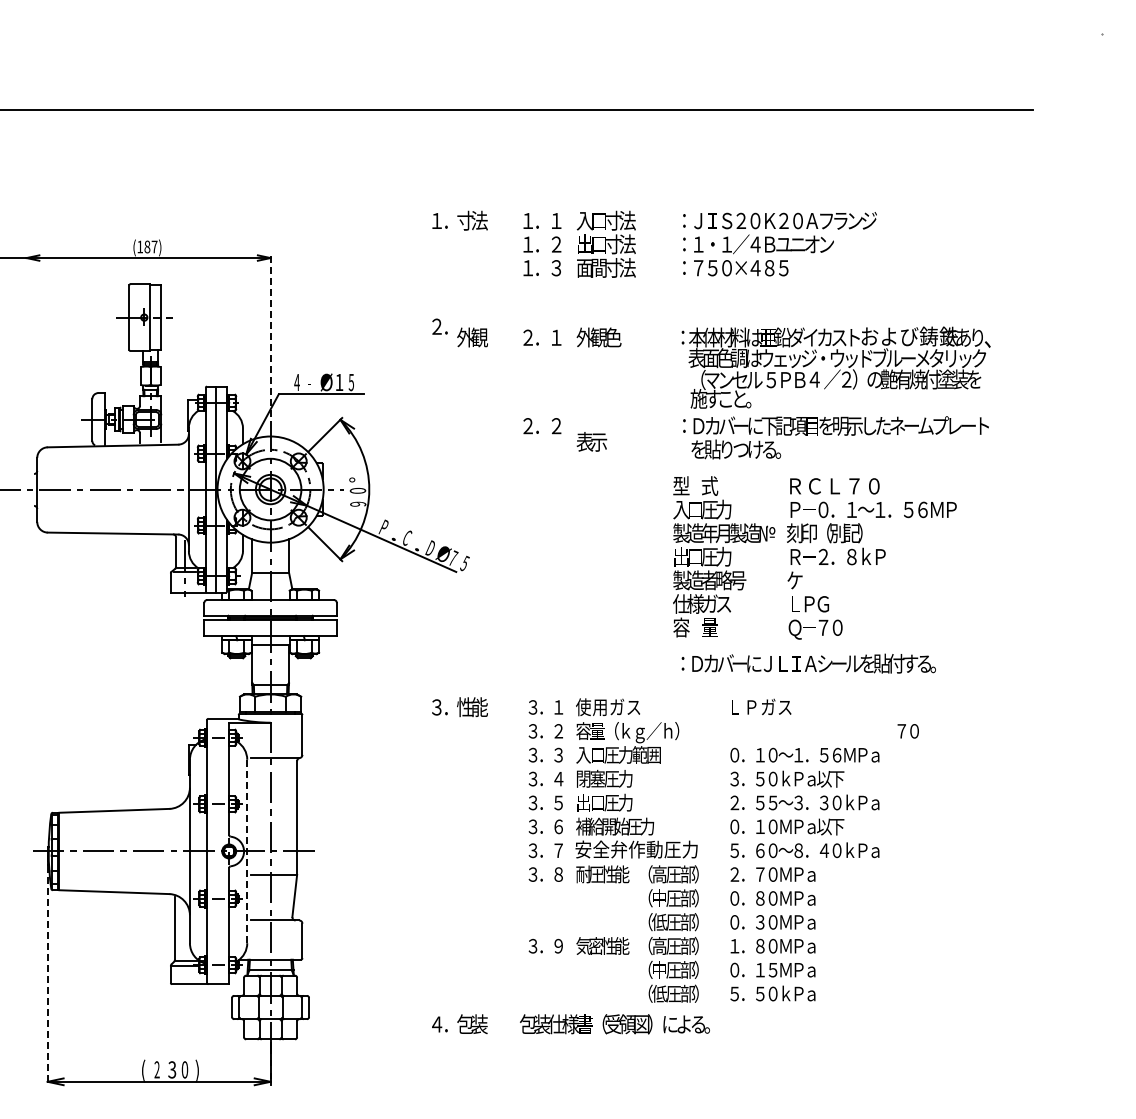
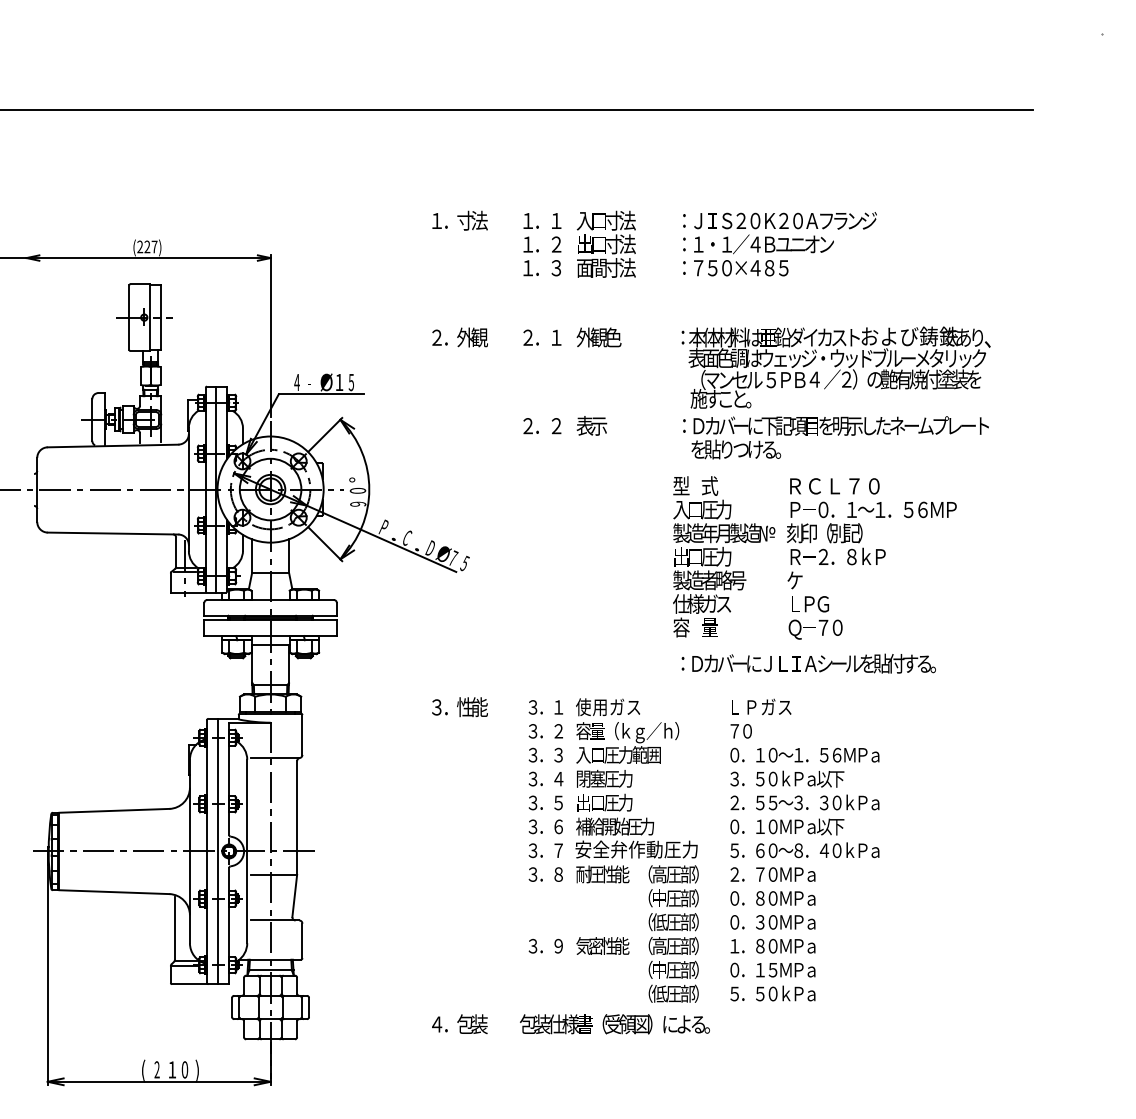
text at (143, 246): (187) -> (227)
text at (439, 326) position: (439, 326) -> (439, 337)
line at (270, 335): dashed -> solid
text at (591, 441) position: (591, 441) -> (591, 425)
text at (907, 731) position: (907, 731) -> (740, 731)
line at (217, 851): none -> present
line at (247, 851): dashed -> solid
line at (47, 970): dashed -> solid
text at (172, 1069): 3 -> 1
